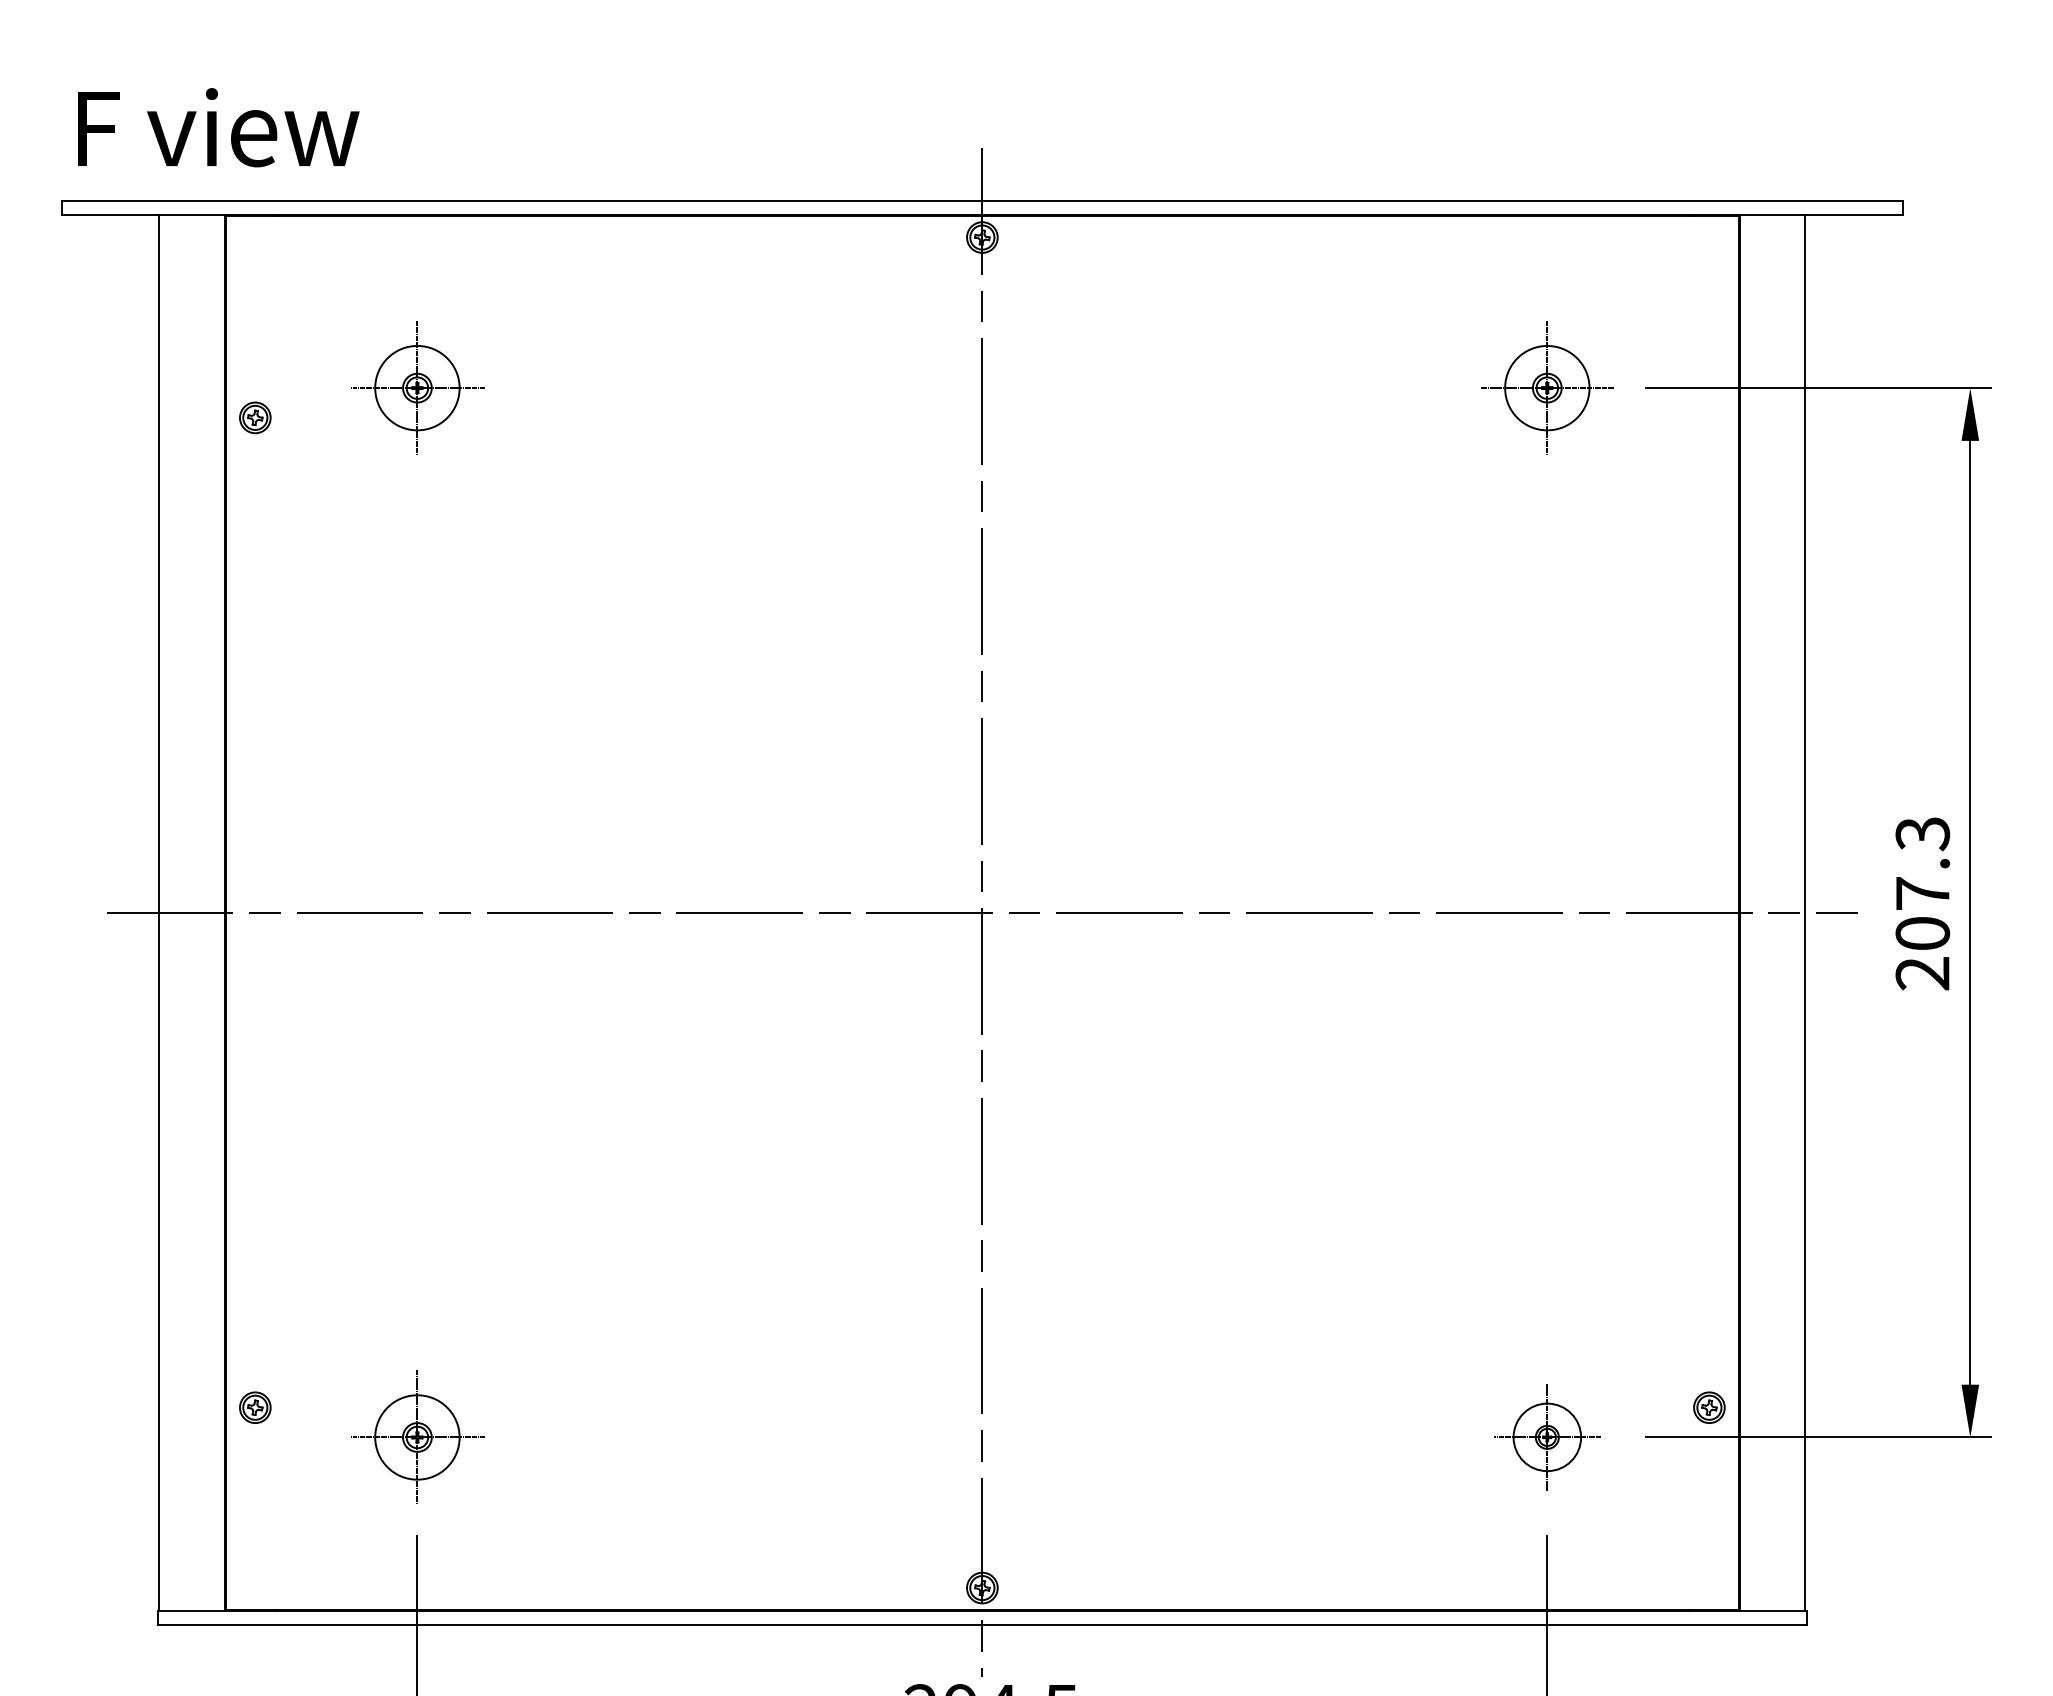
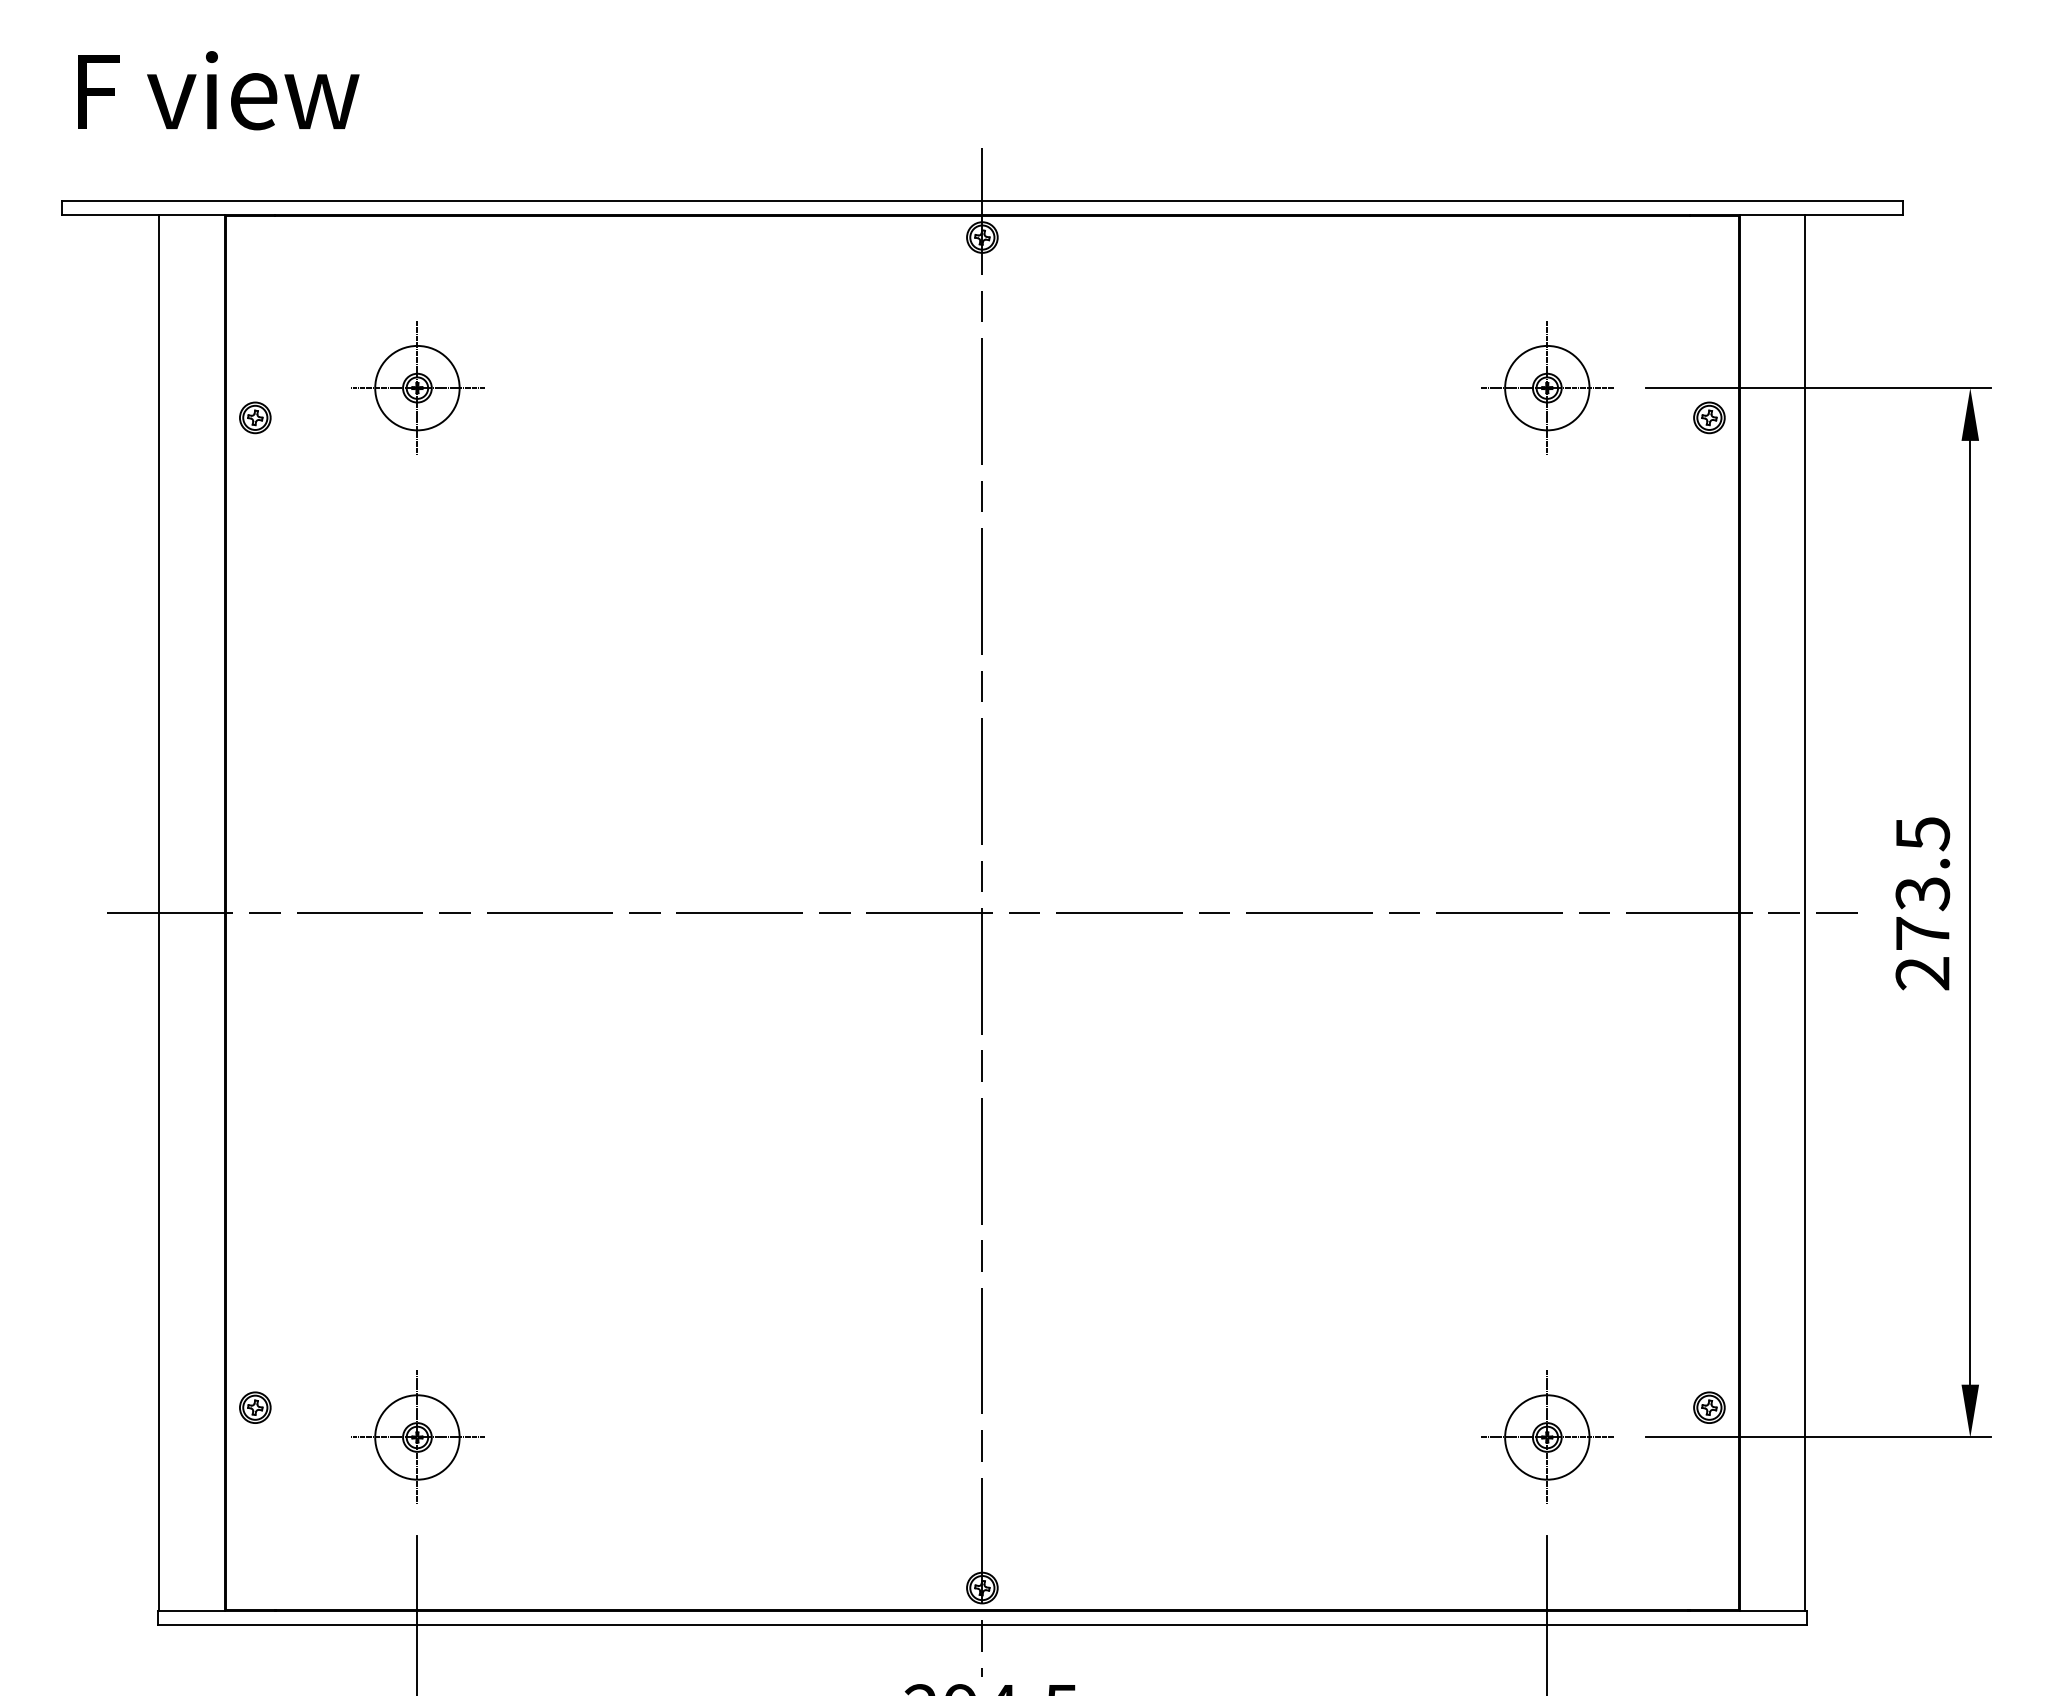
text at (218, 127) position: (218, 127) -> (218, 90)
part at (1709, 417): none -> present
text at (1922, 883): 207.3 -> 273.5
part at (1547, 1437) size: 107x107 px -> 133x134 px
